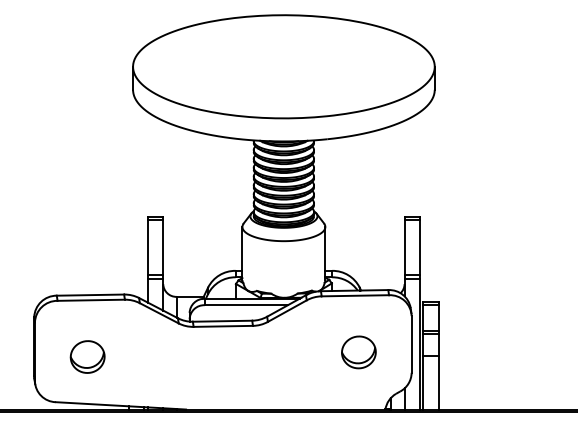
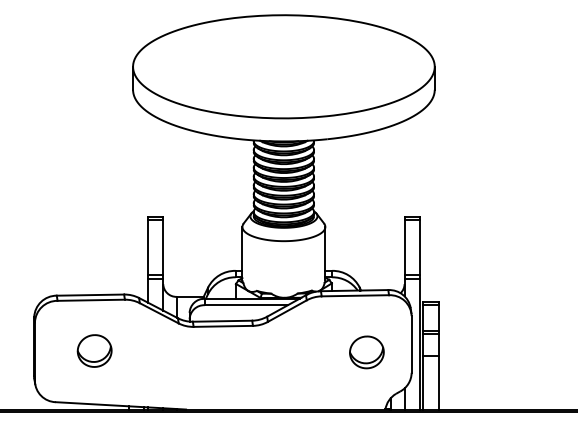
part at (358, 352) position: (358, 352) -> (366, 352)
part at (87, 356) position: (87, 356) -> (94, 350)
